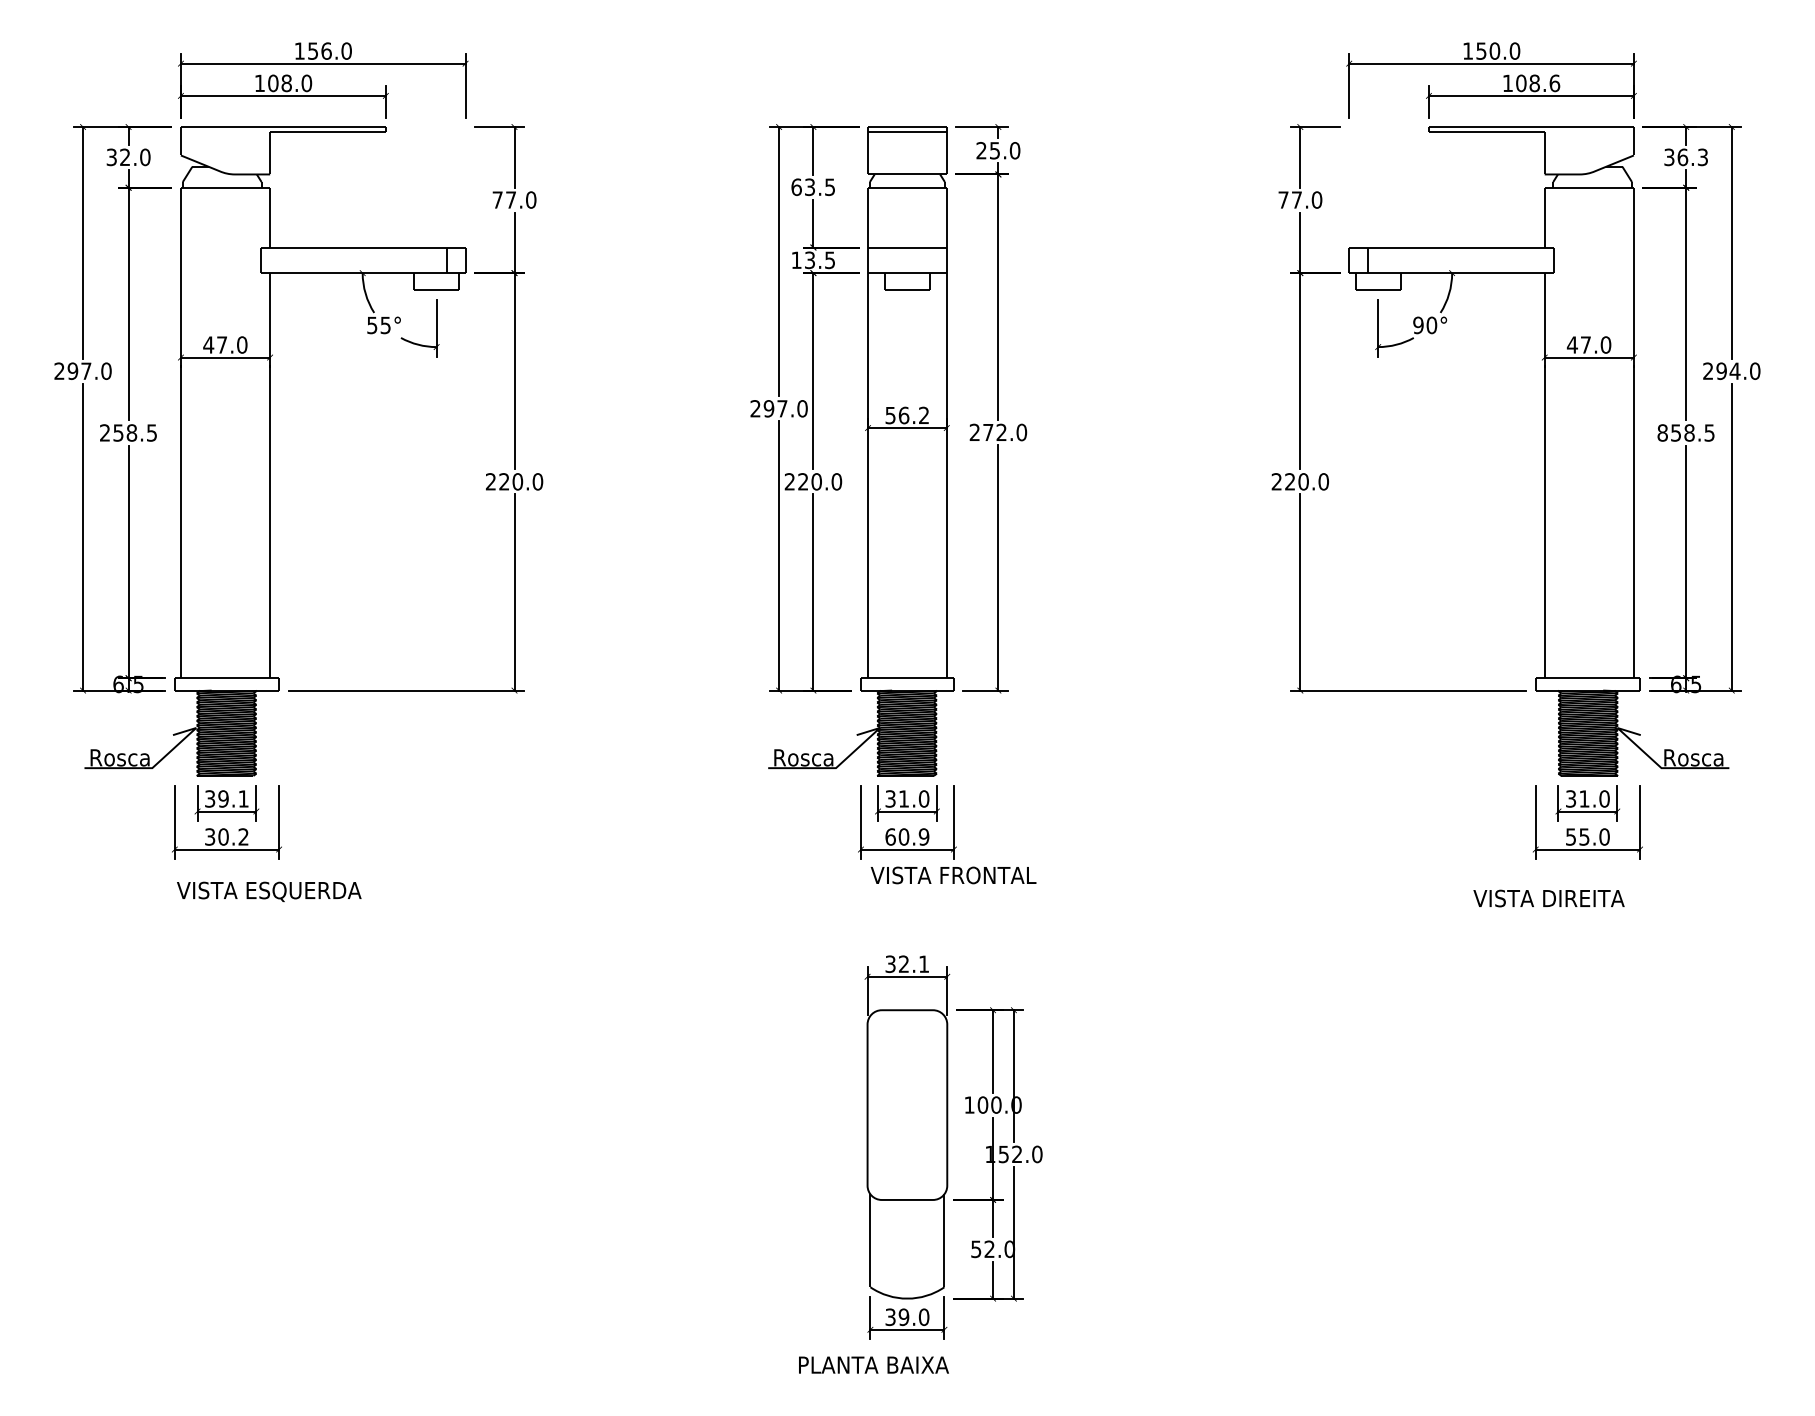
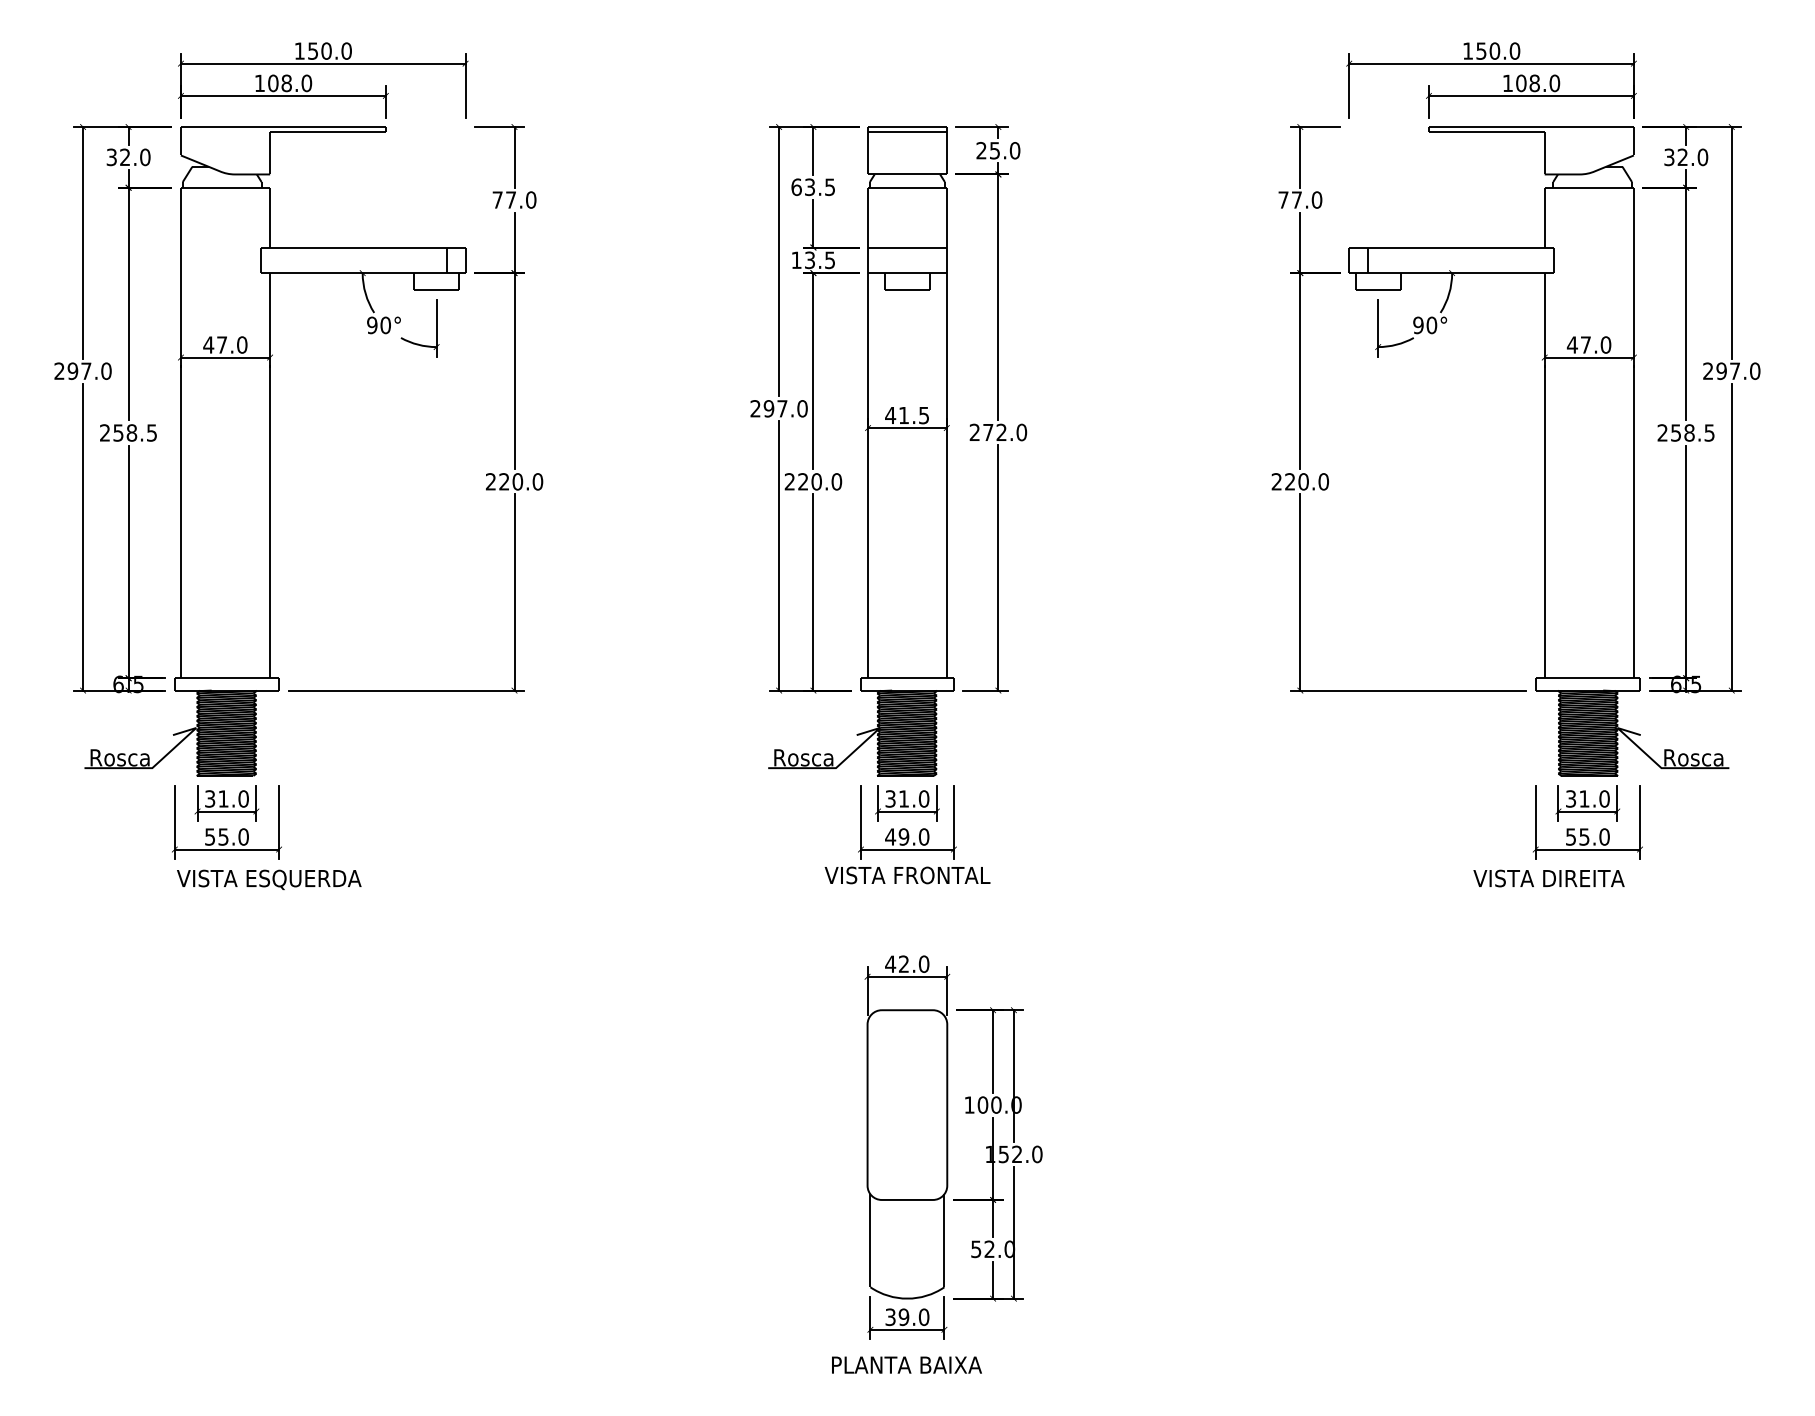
text at (326, 50): 156.0 -> 150.0
text at (1554, 82): 108.6 -> 108.0
text at (1692, 157): 36.3 -> 32.0
text at (378, 325): 55° -> 90°
text at (1734, 370): 294.0 -> 297.0
text at (906, 415): 56.2 -> 41.5
text at (1662, 432): 858.5 -> 258.5
text at (233, 798): 39.1 -> 31.0
text at (226, 836): 30.2 -> 55.0
text at (907, 836): 60.9 -> 49.0
text at (953, 875) position: (953, 875) -> (907, 875)
text at (269, 891) position: (269, 891) -> (269, 879)
text at (1548, 898) position: (1548, 898) -> (1548, 878)
text at (907, 964): 32.1 -> 42.0
text at (873, 1364) position: (873, 1364) -> (906, 1364)
